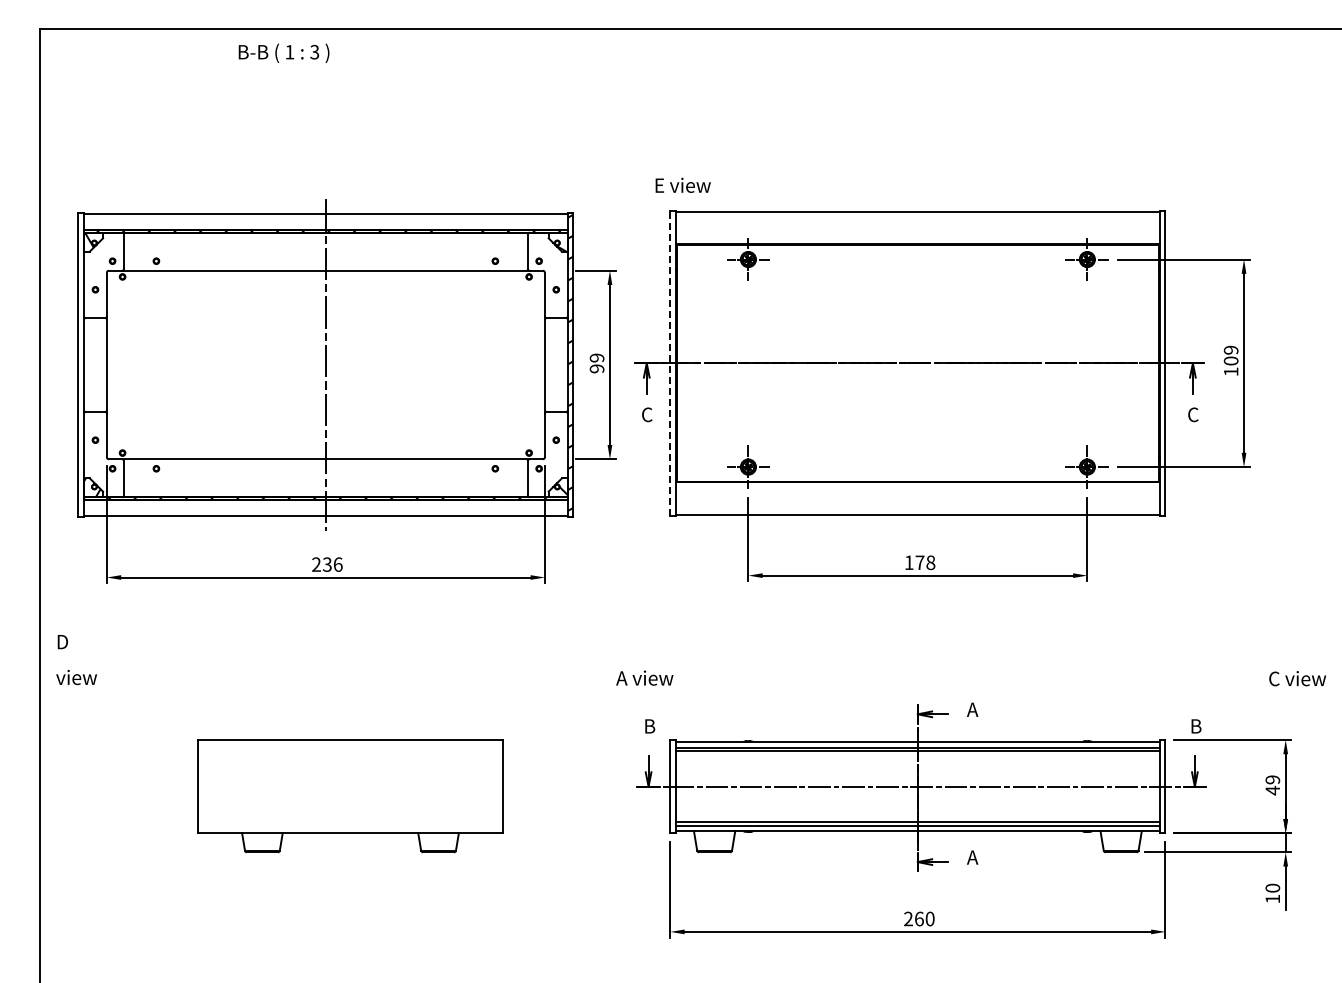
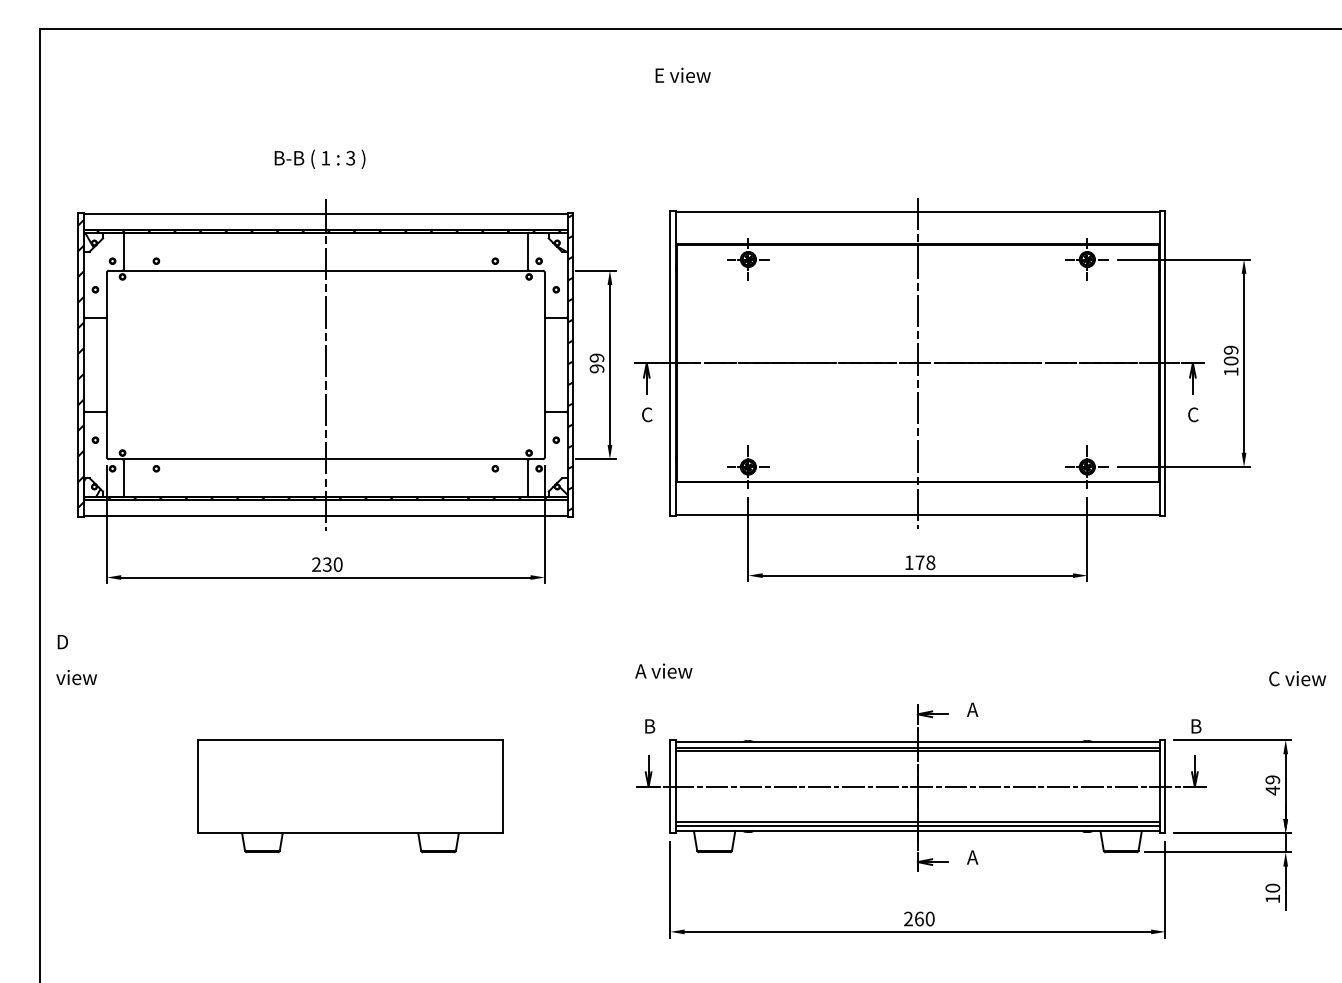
text at (283, 52) position: (283, 52) -> (319, 158)
text at (682, 184) position: (682, 184) -> (682, 74)
line at (670, 362): dashed -> solid
line at (917, 362): none -> present
hatch at (81, 363): none -> present
text at (337, 564): 236 -> 230
text at (644, 677) position: (644, 677) -> (663, 670)
